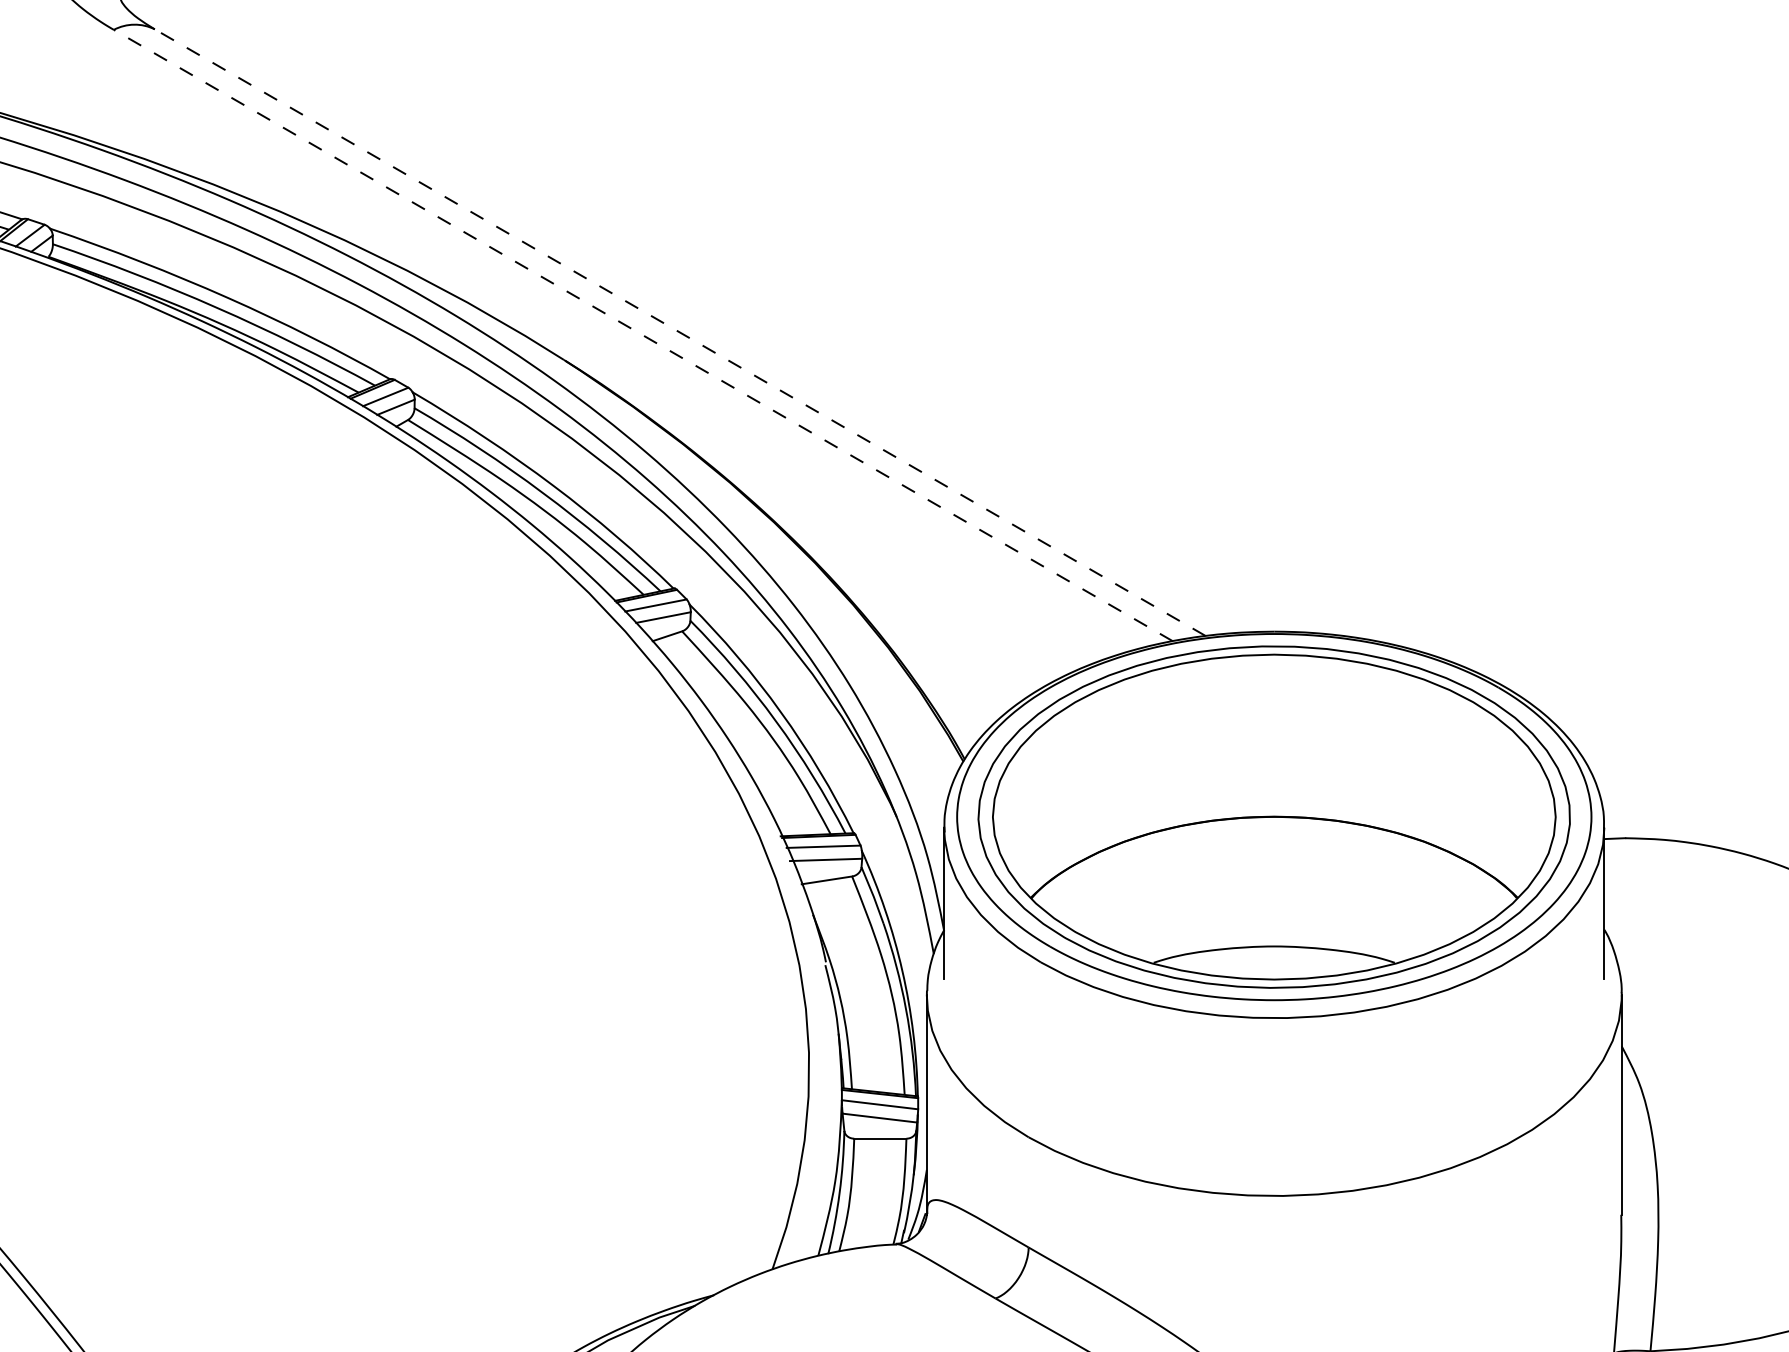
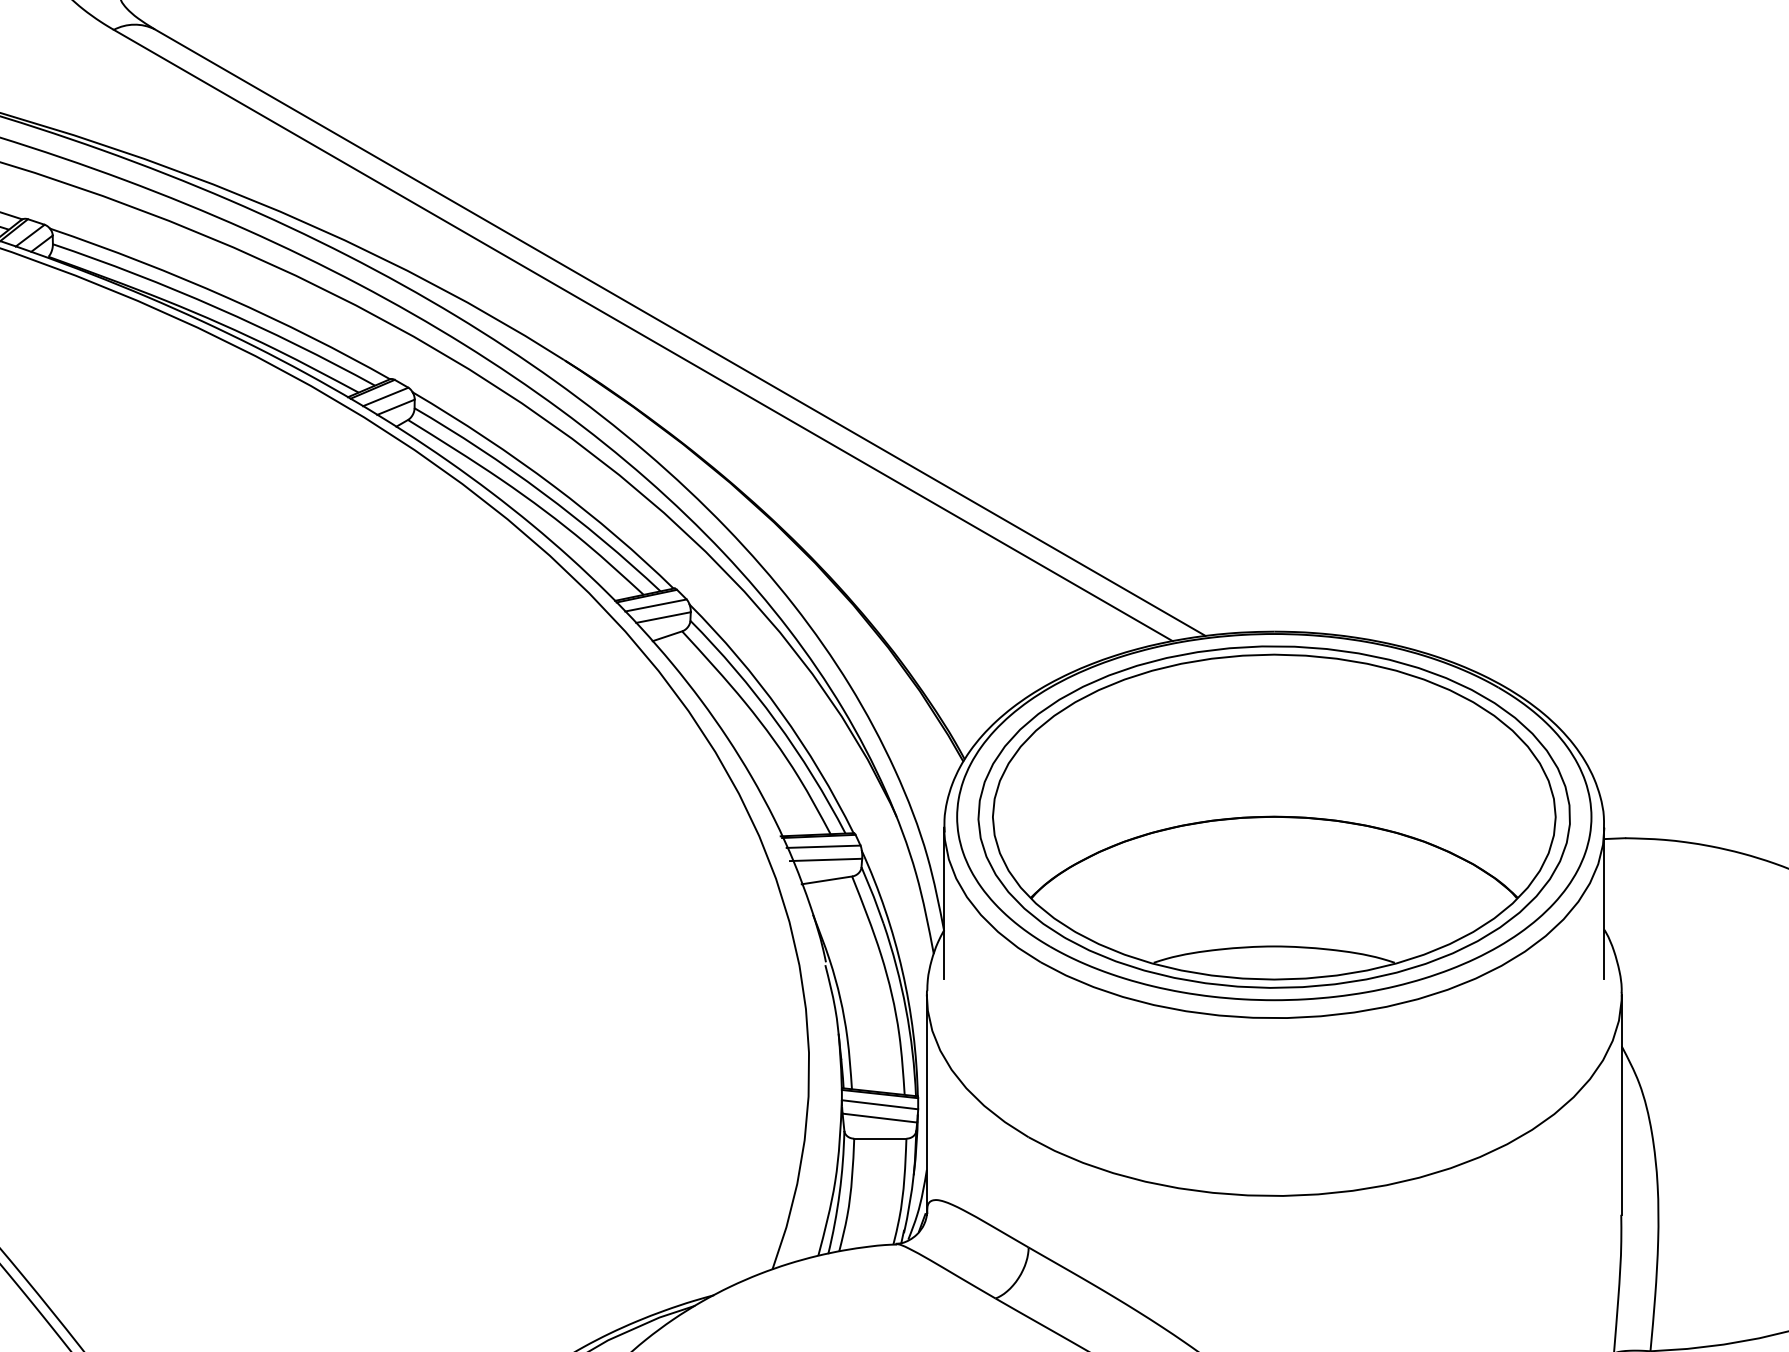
line at (680, 332): dashed -> solid
line at (642, 335): dashed -> solid
